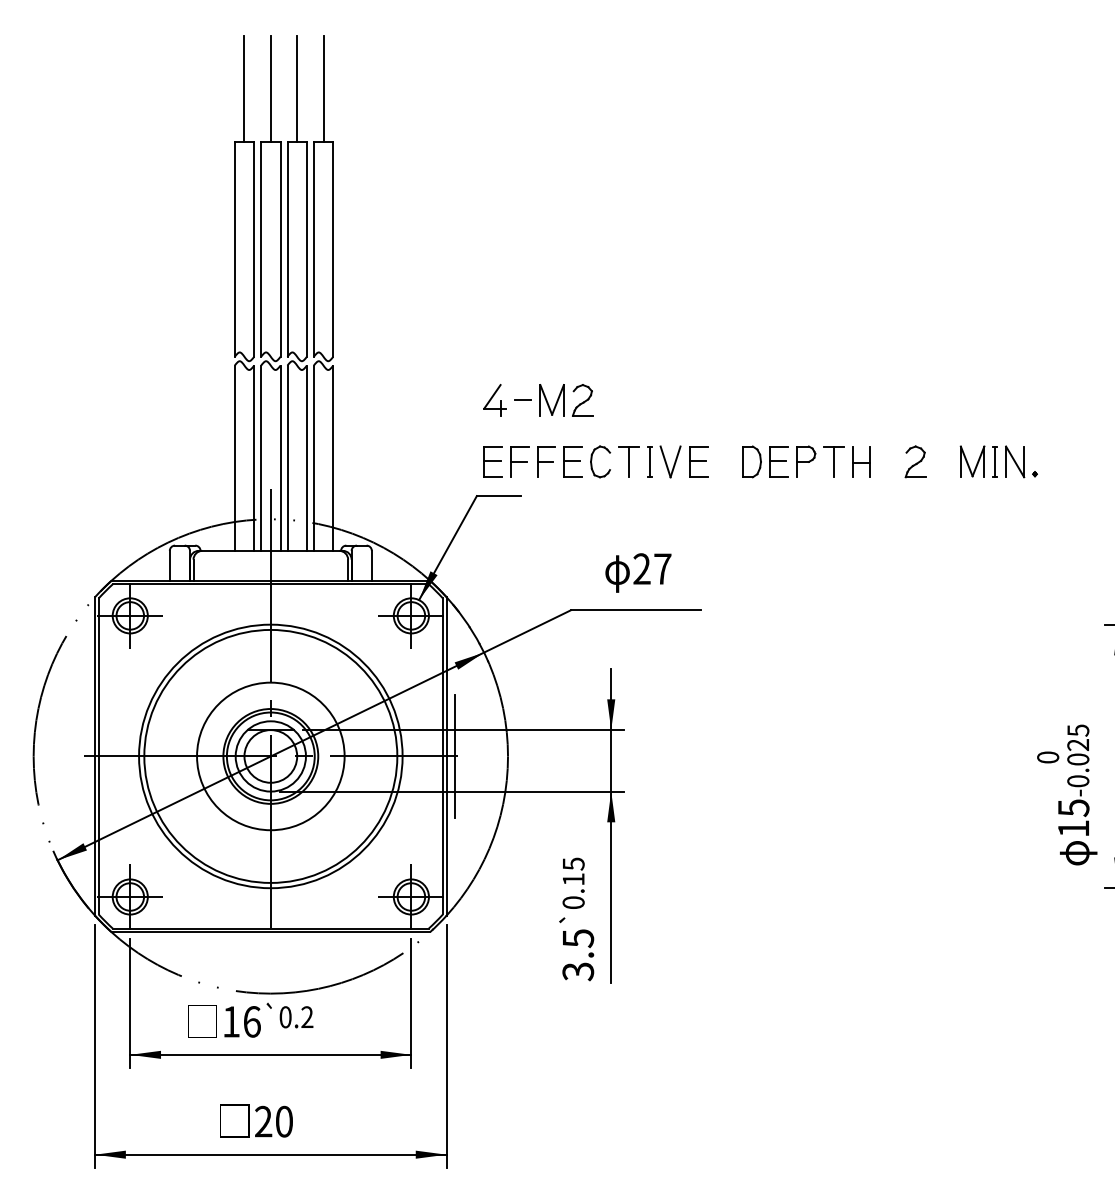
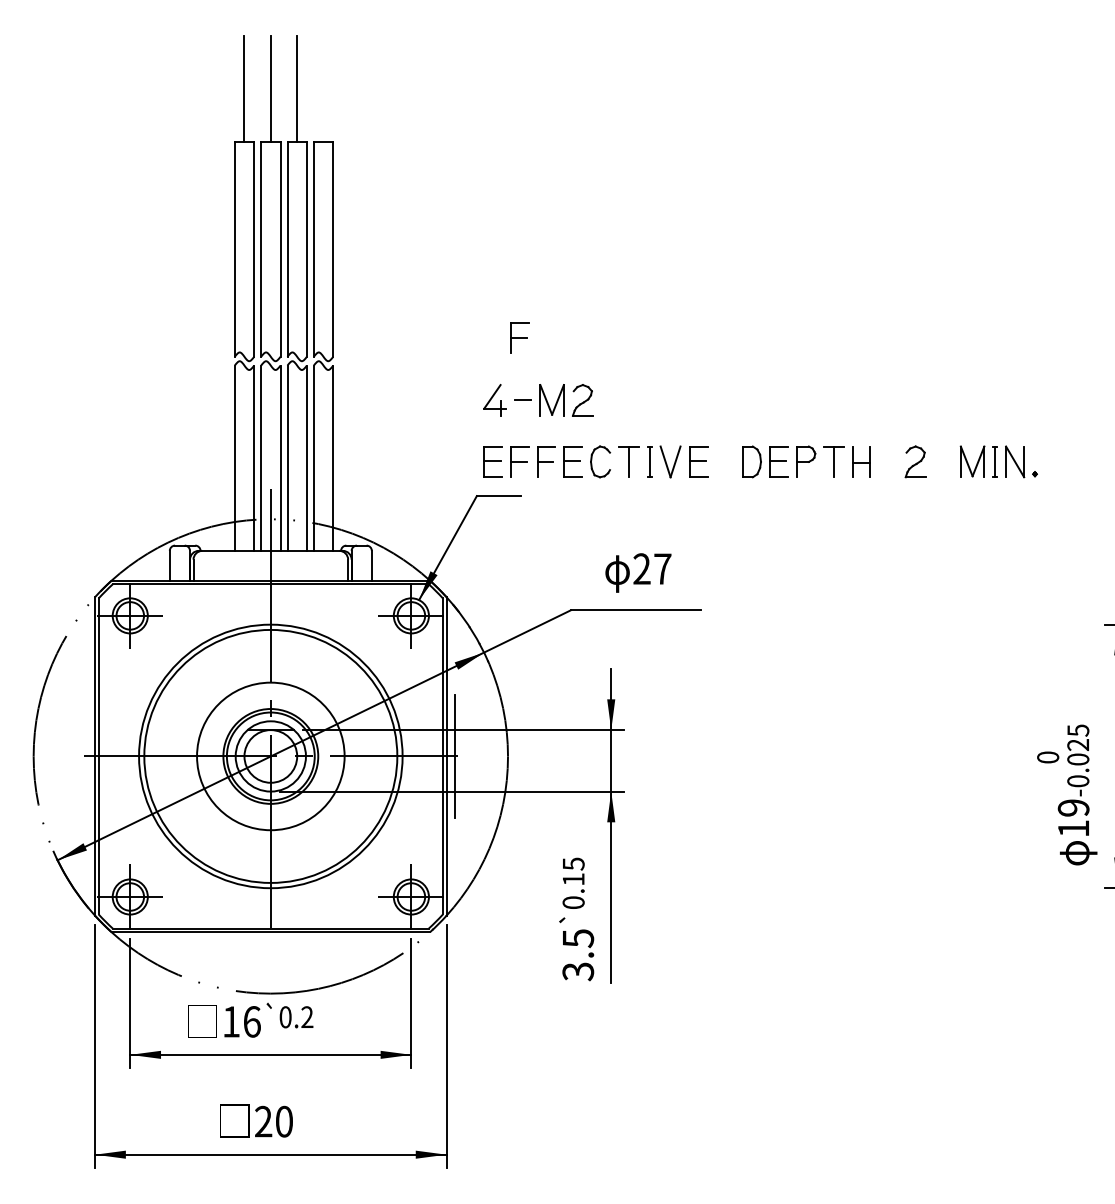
line at (323, 88): present -> none
part at (519, 337): none -> present
text at (1073, 808): 15 -> 19
